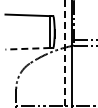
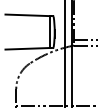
line at (27, 48): dashed -> solid
line at (65, 54): dashed -> solid
